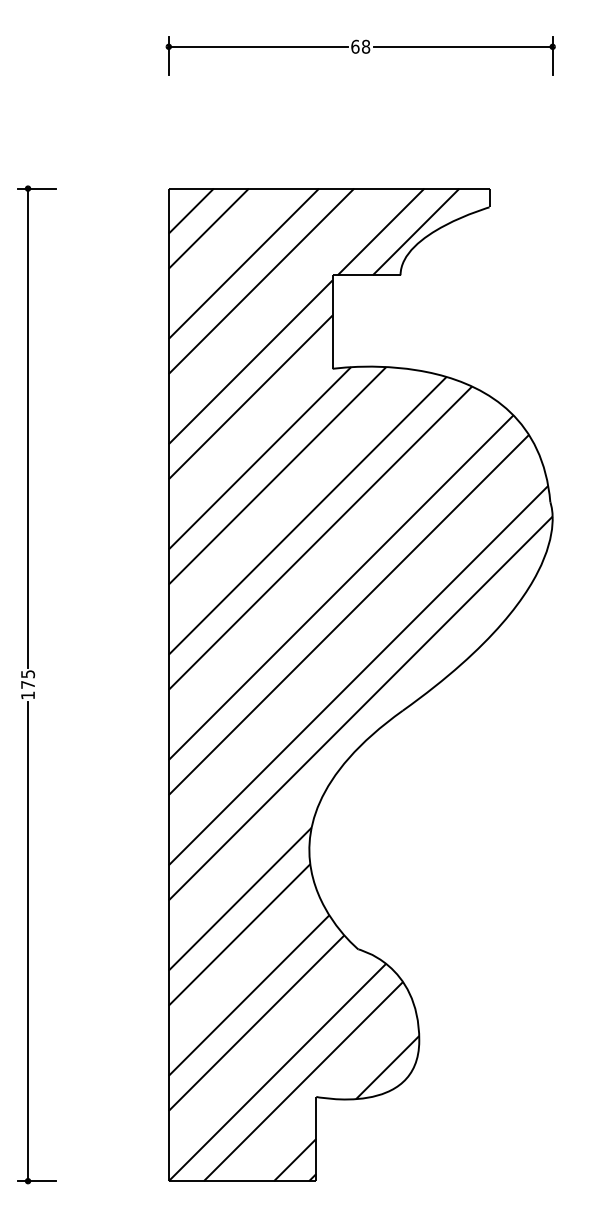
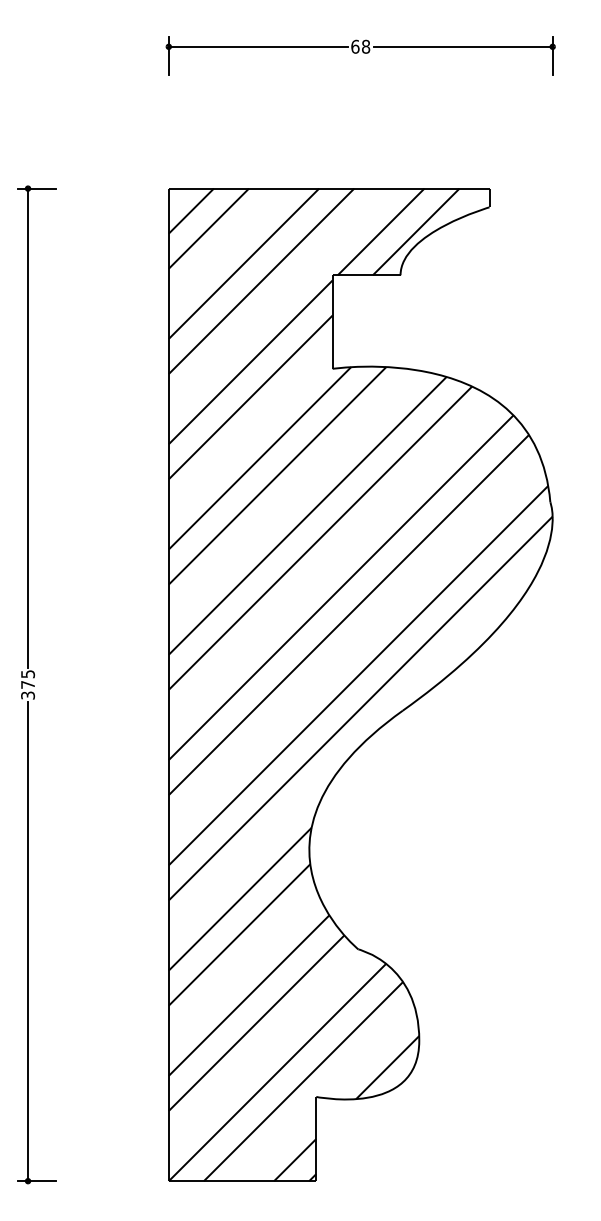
text at (28, 695): 175 -> 375
